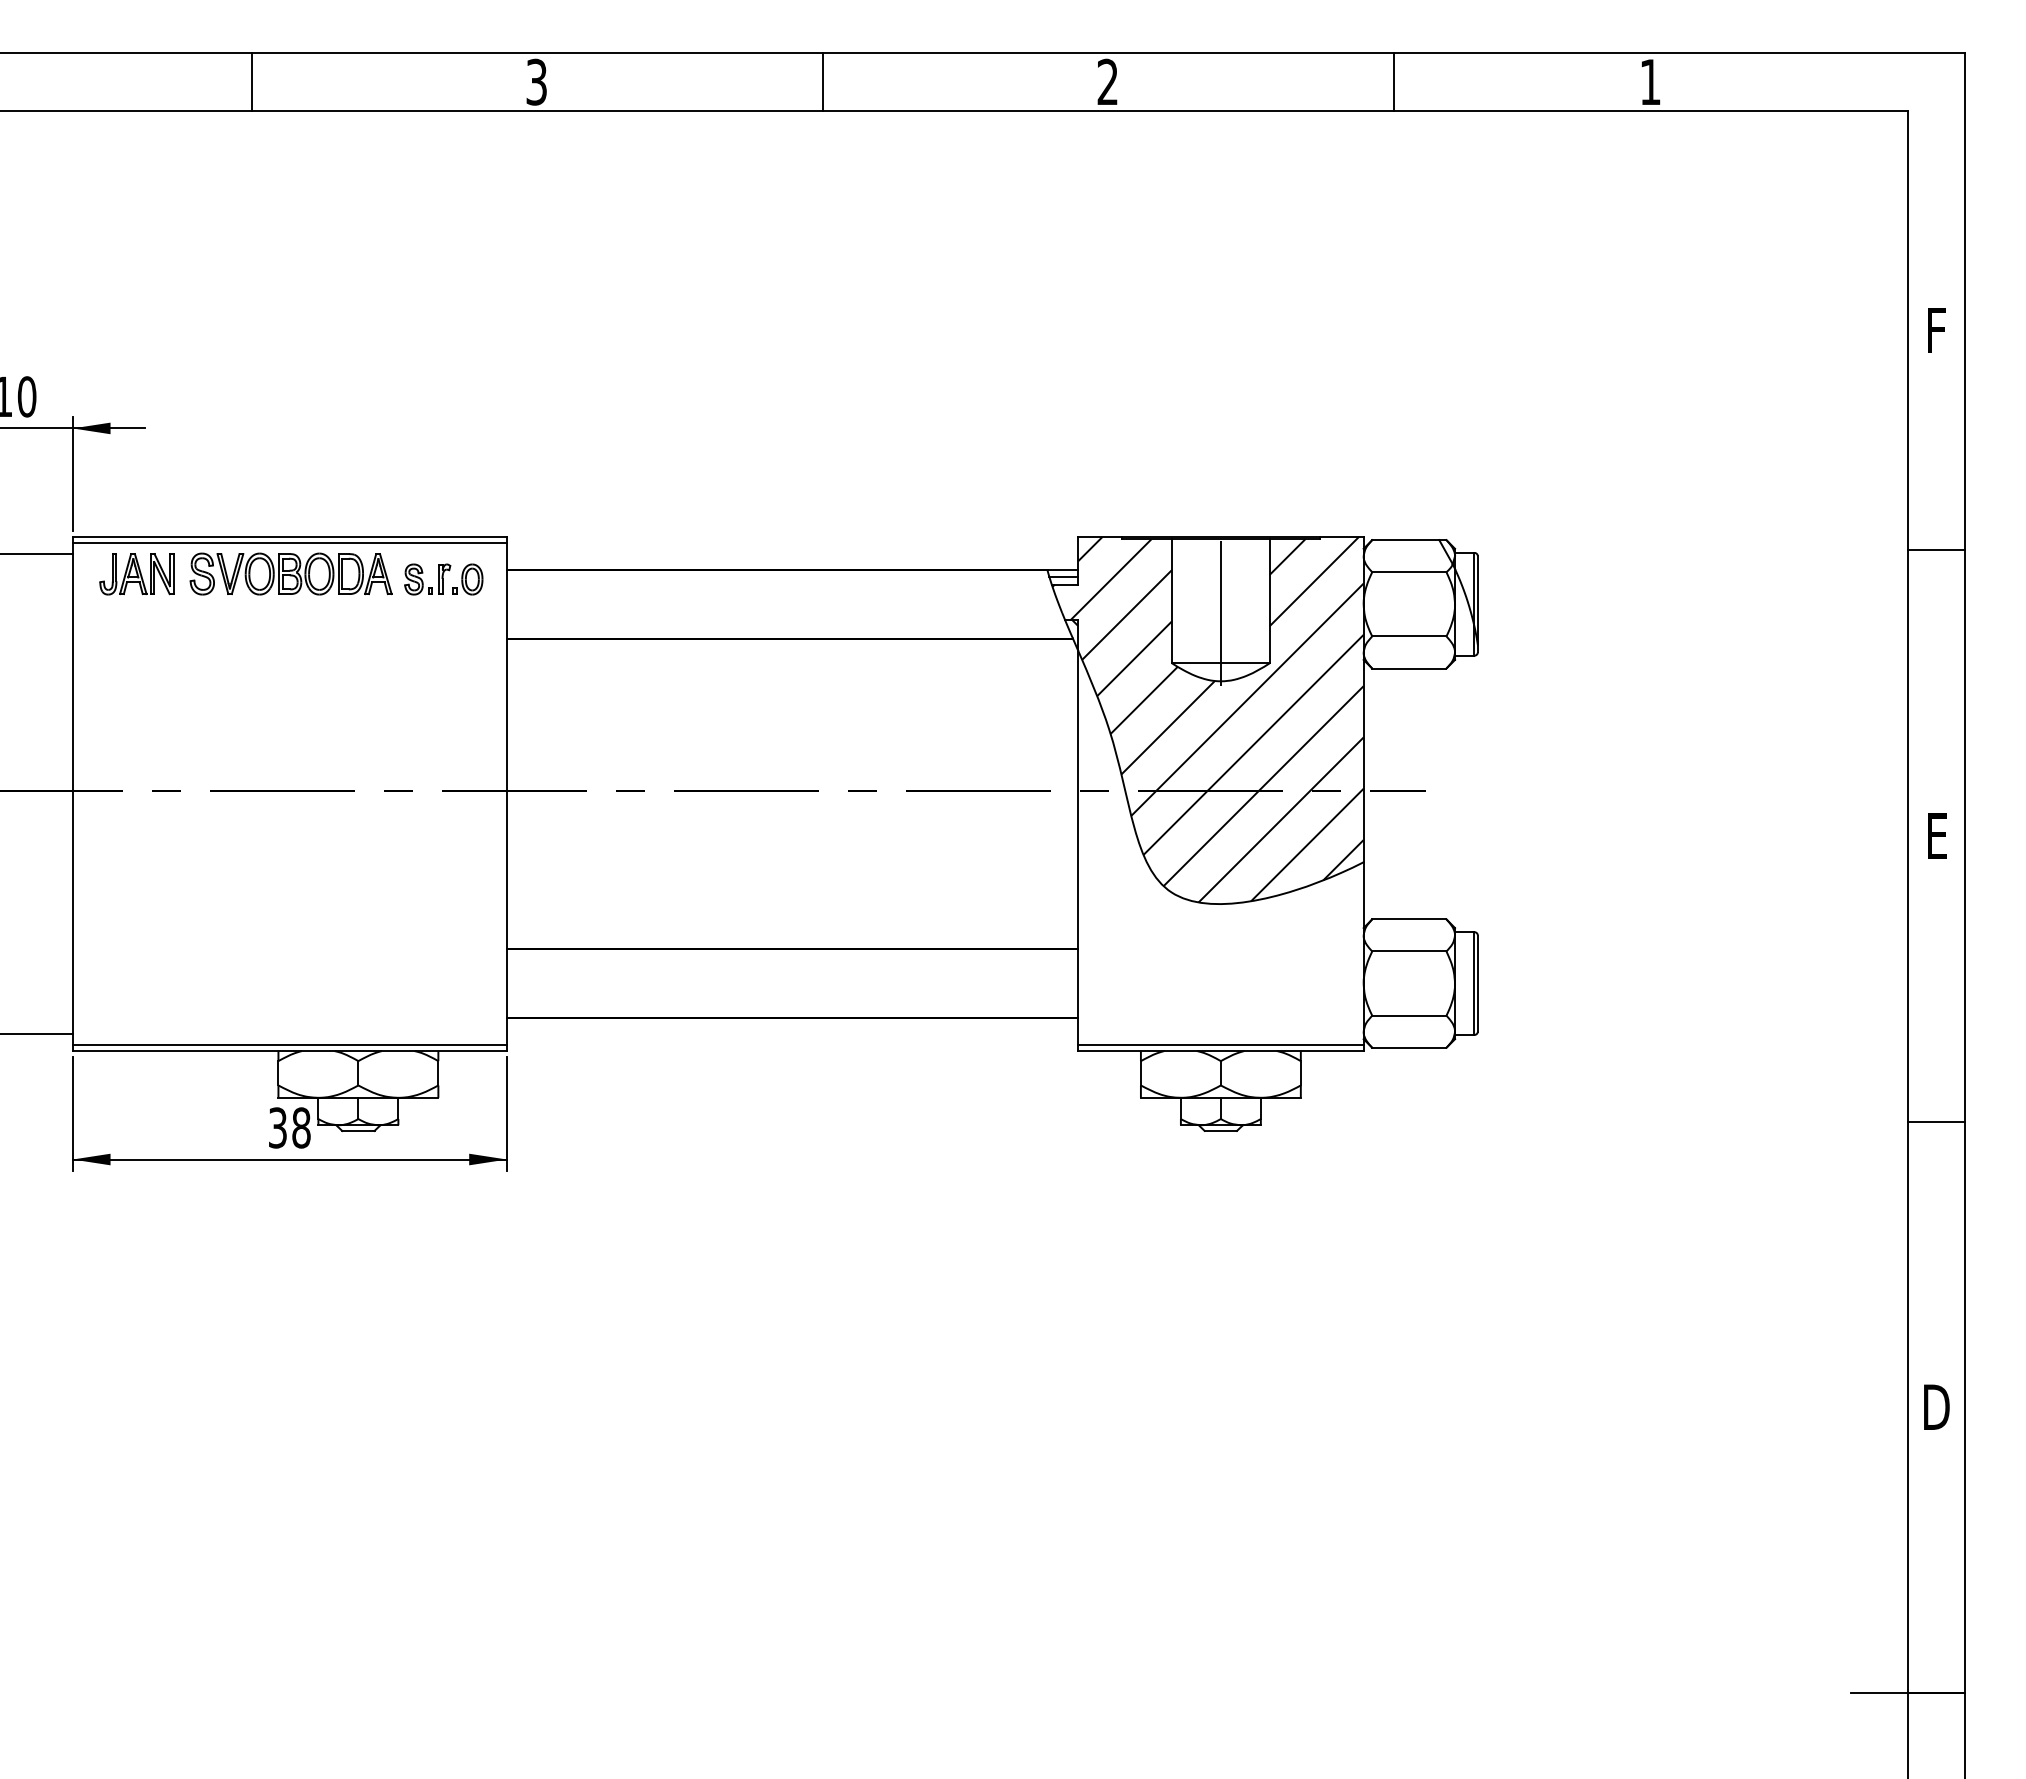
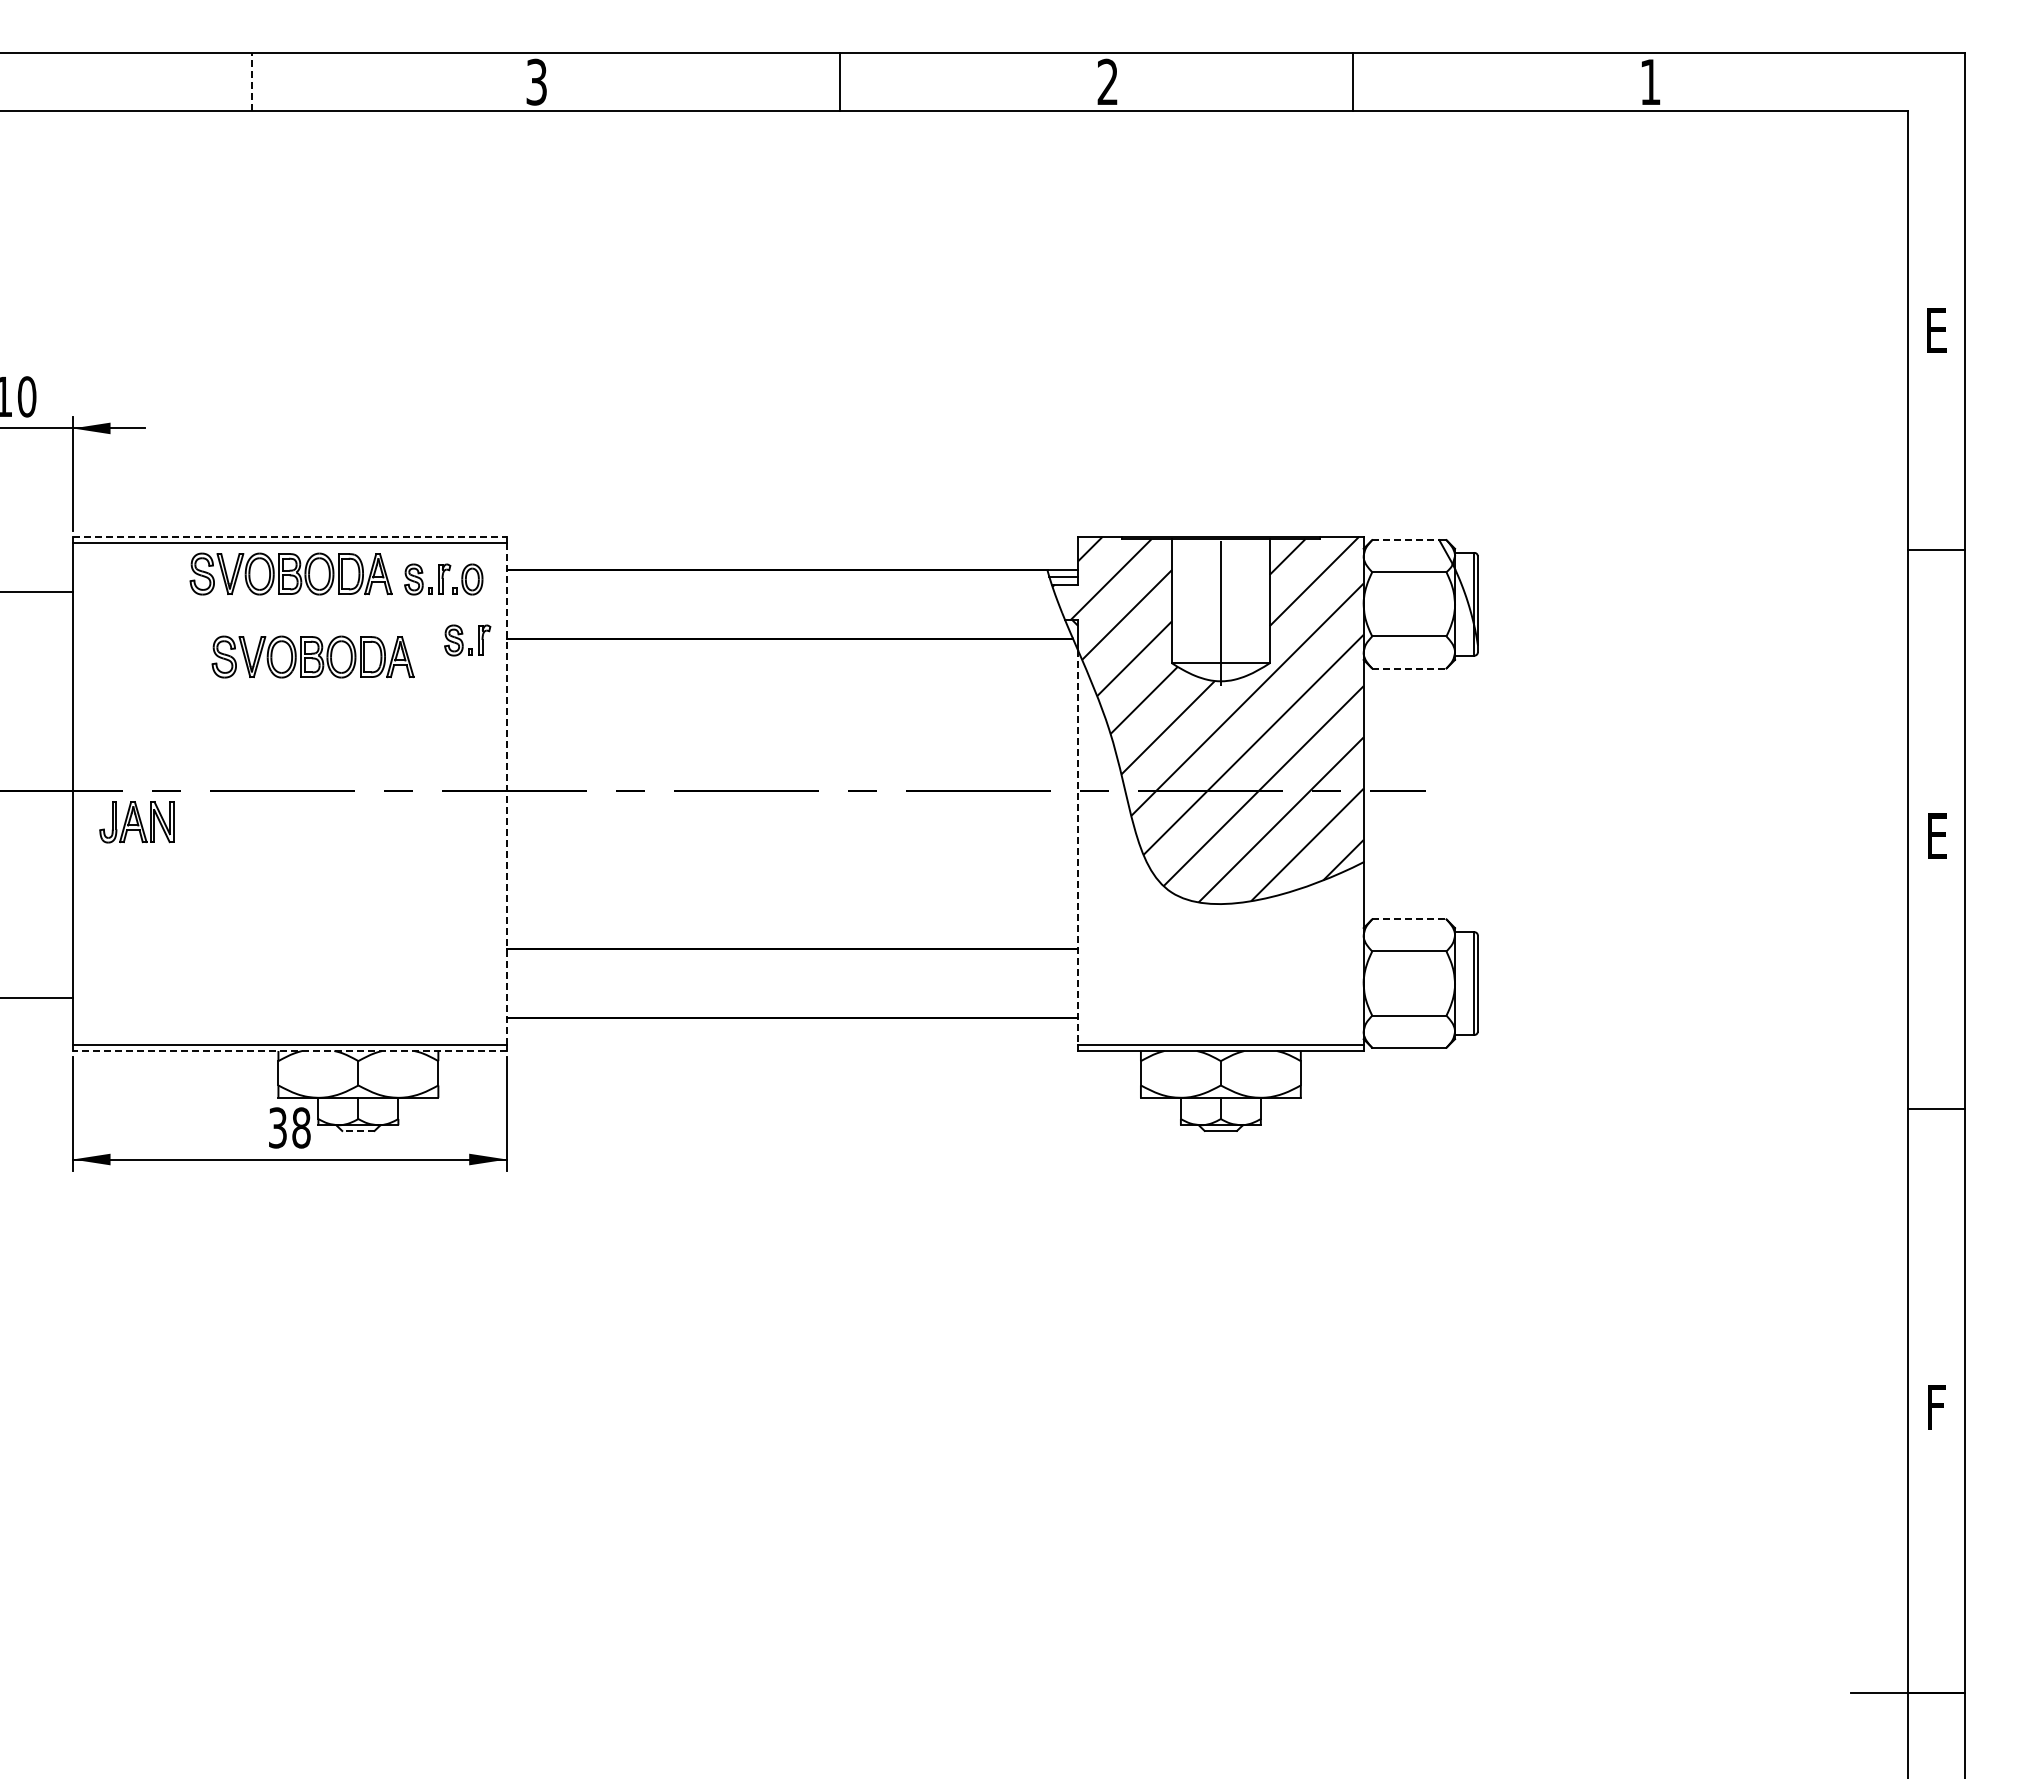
line at (822, 81) position: (822, 81) -> (839, 81)
line at (1394, 81) position: (1394, 81) -> (1353, 81)
line at (251, 82): solid -> dashed
text at (1936, 330): F -> E
line at (290, 536): solid -> dashed
line at (1405, 540): solid -> dashed
line at (37, 554) position: (37, 554) -> (37, 592)
part at (136, 574) position: (136, 574) -> (136, 822)
part at (467, 640): none -> present
part at (312, 656): none -> present
line at (1409, 668): solid -> dashed
line at (506, 794): solid -> dashed
line at (1078, 848): solid -> dashed
line at (1409, 919): solid -> dashed
line at (37, 1033) position: (37, 1033) -> (37, 997)
line at (289, 1051): solid -> dashed
line at (1936, 1121) position: (1936, 1121) -> (1936, 1108)
line at (357, 1130): solid -> dashed
text at (1936, 1406): D -> F
